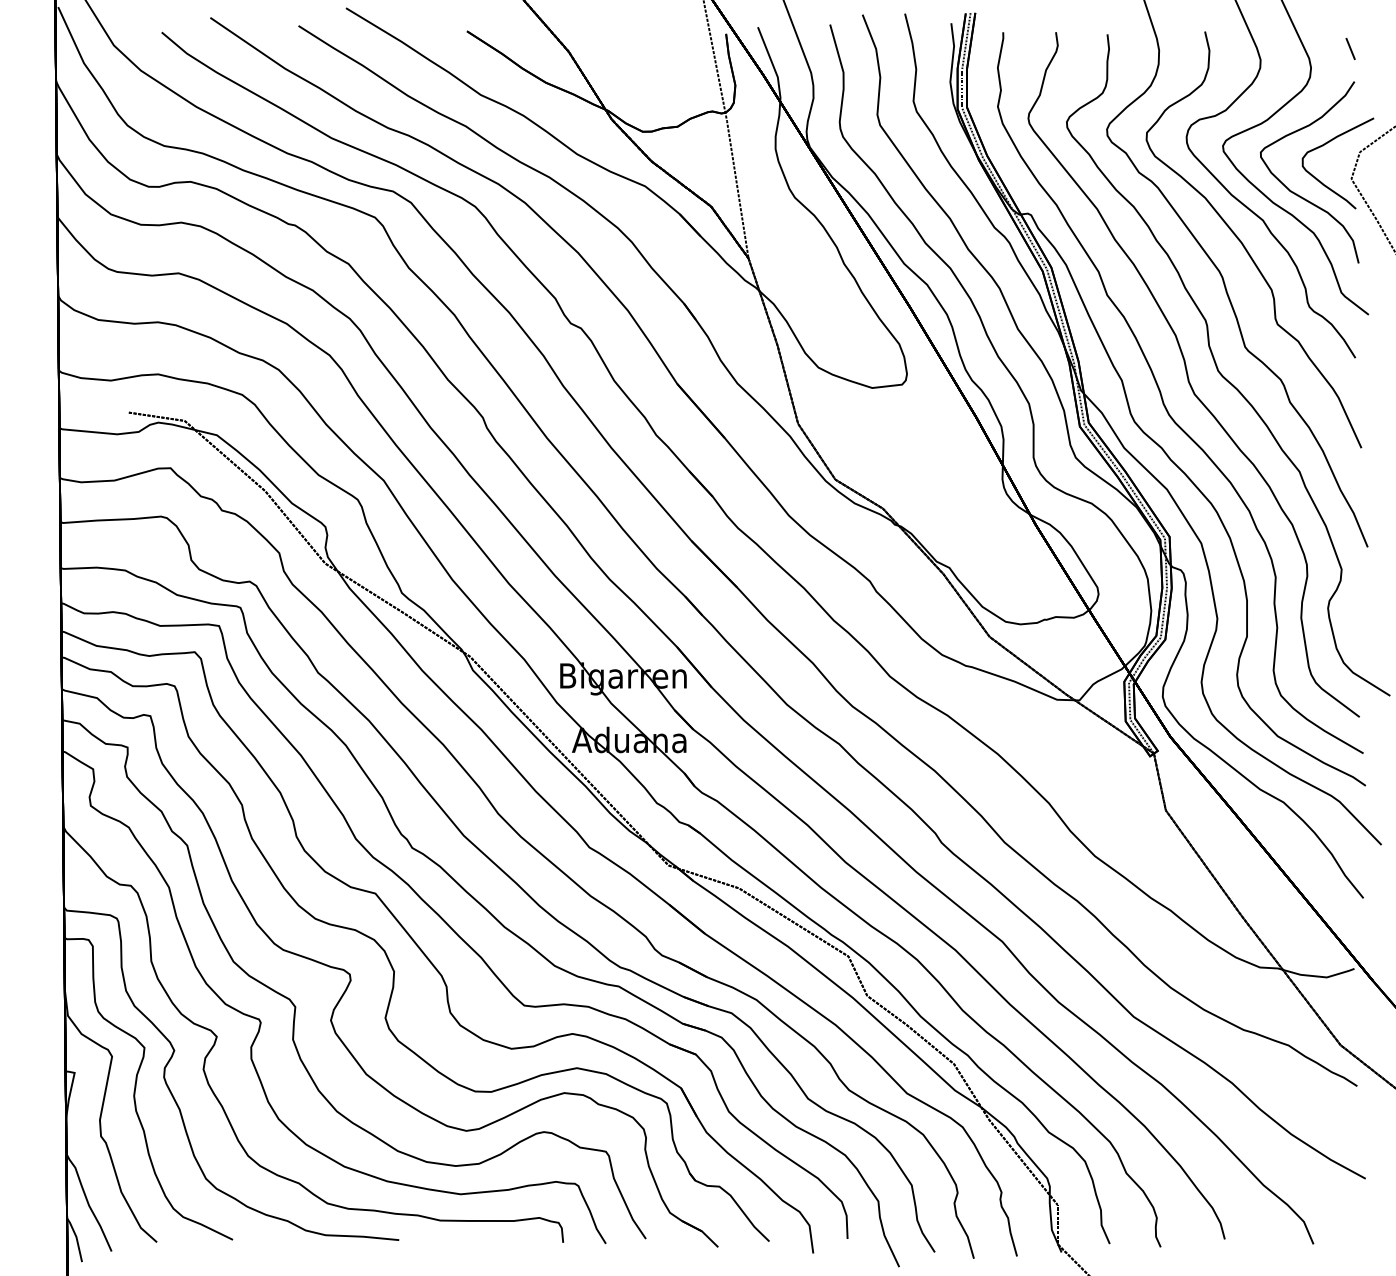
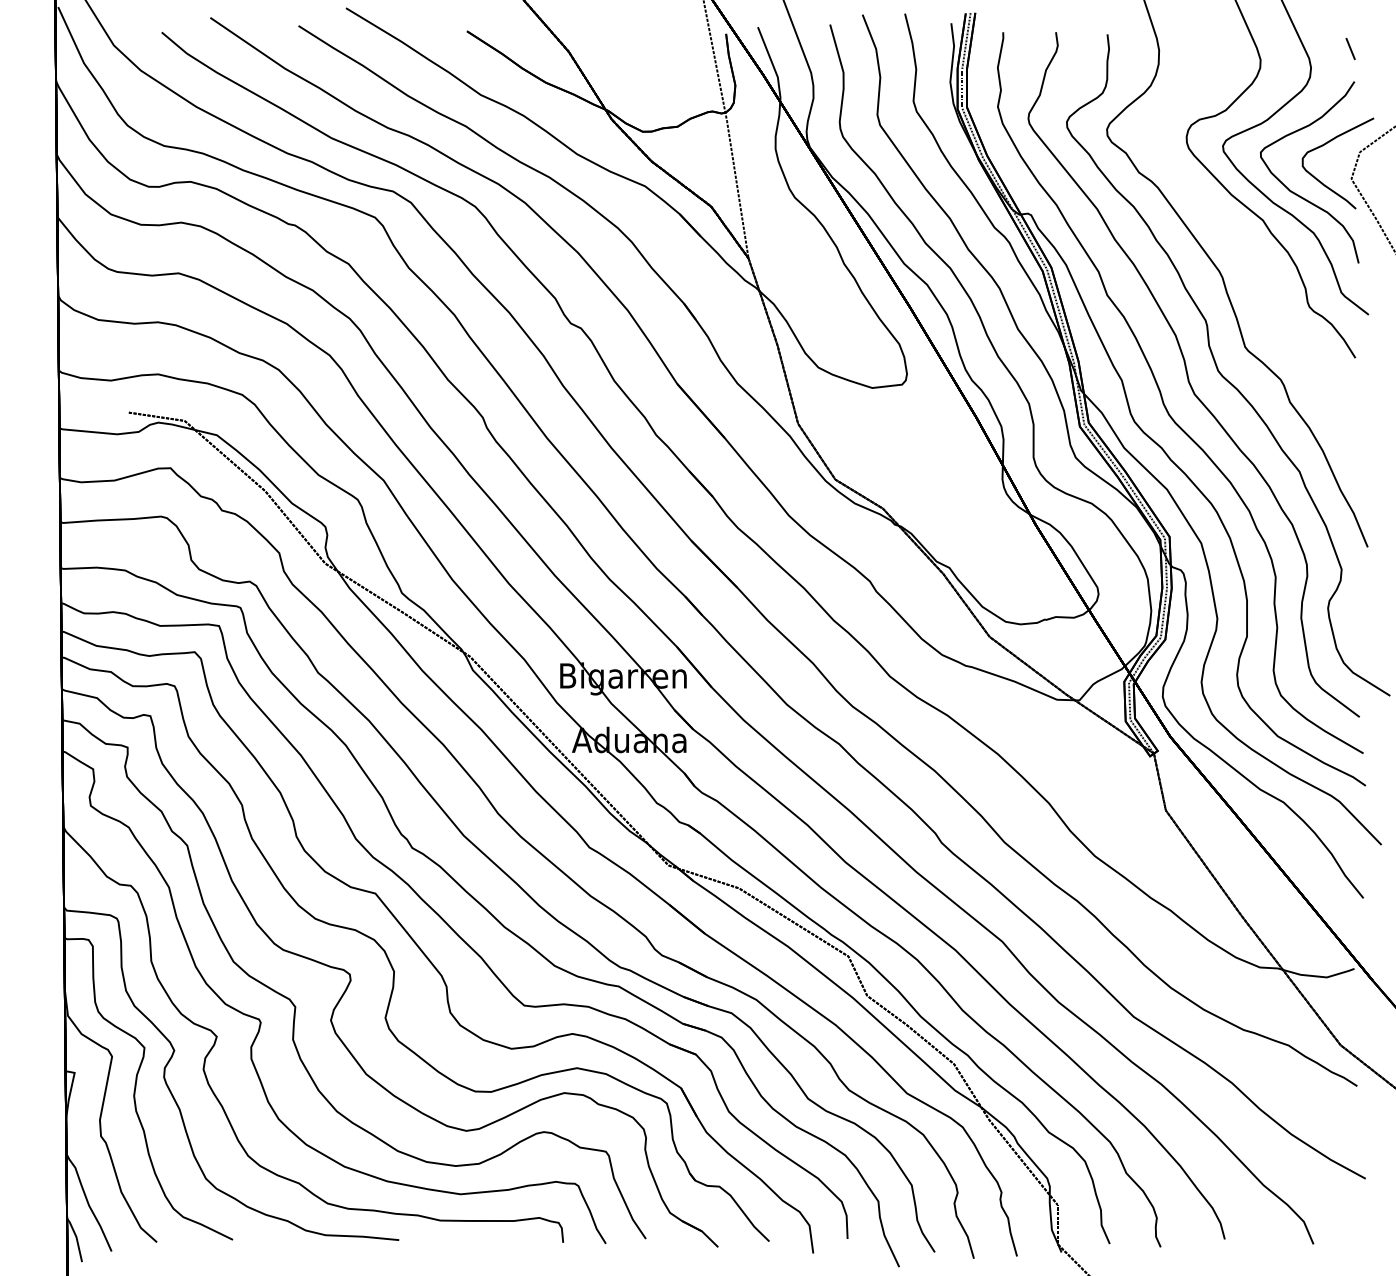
curve at (1245, 246): present -> none
